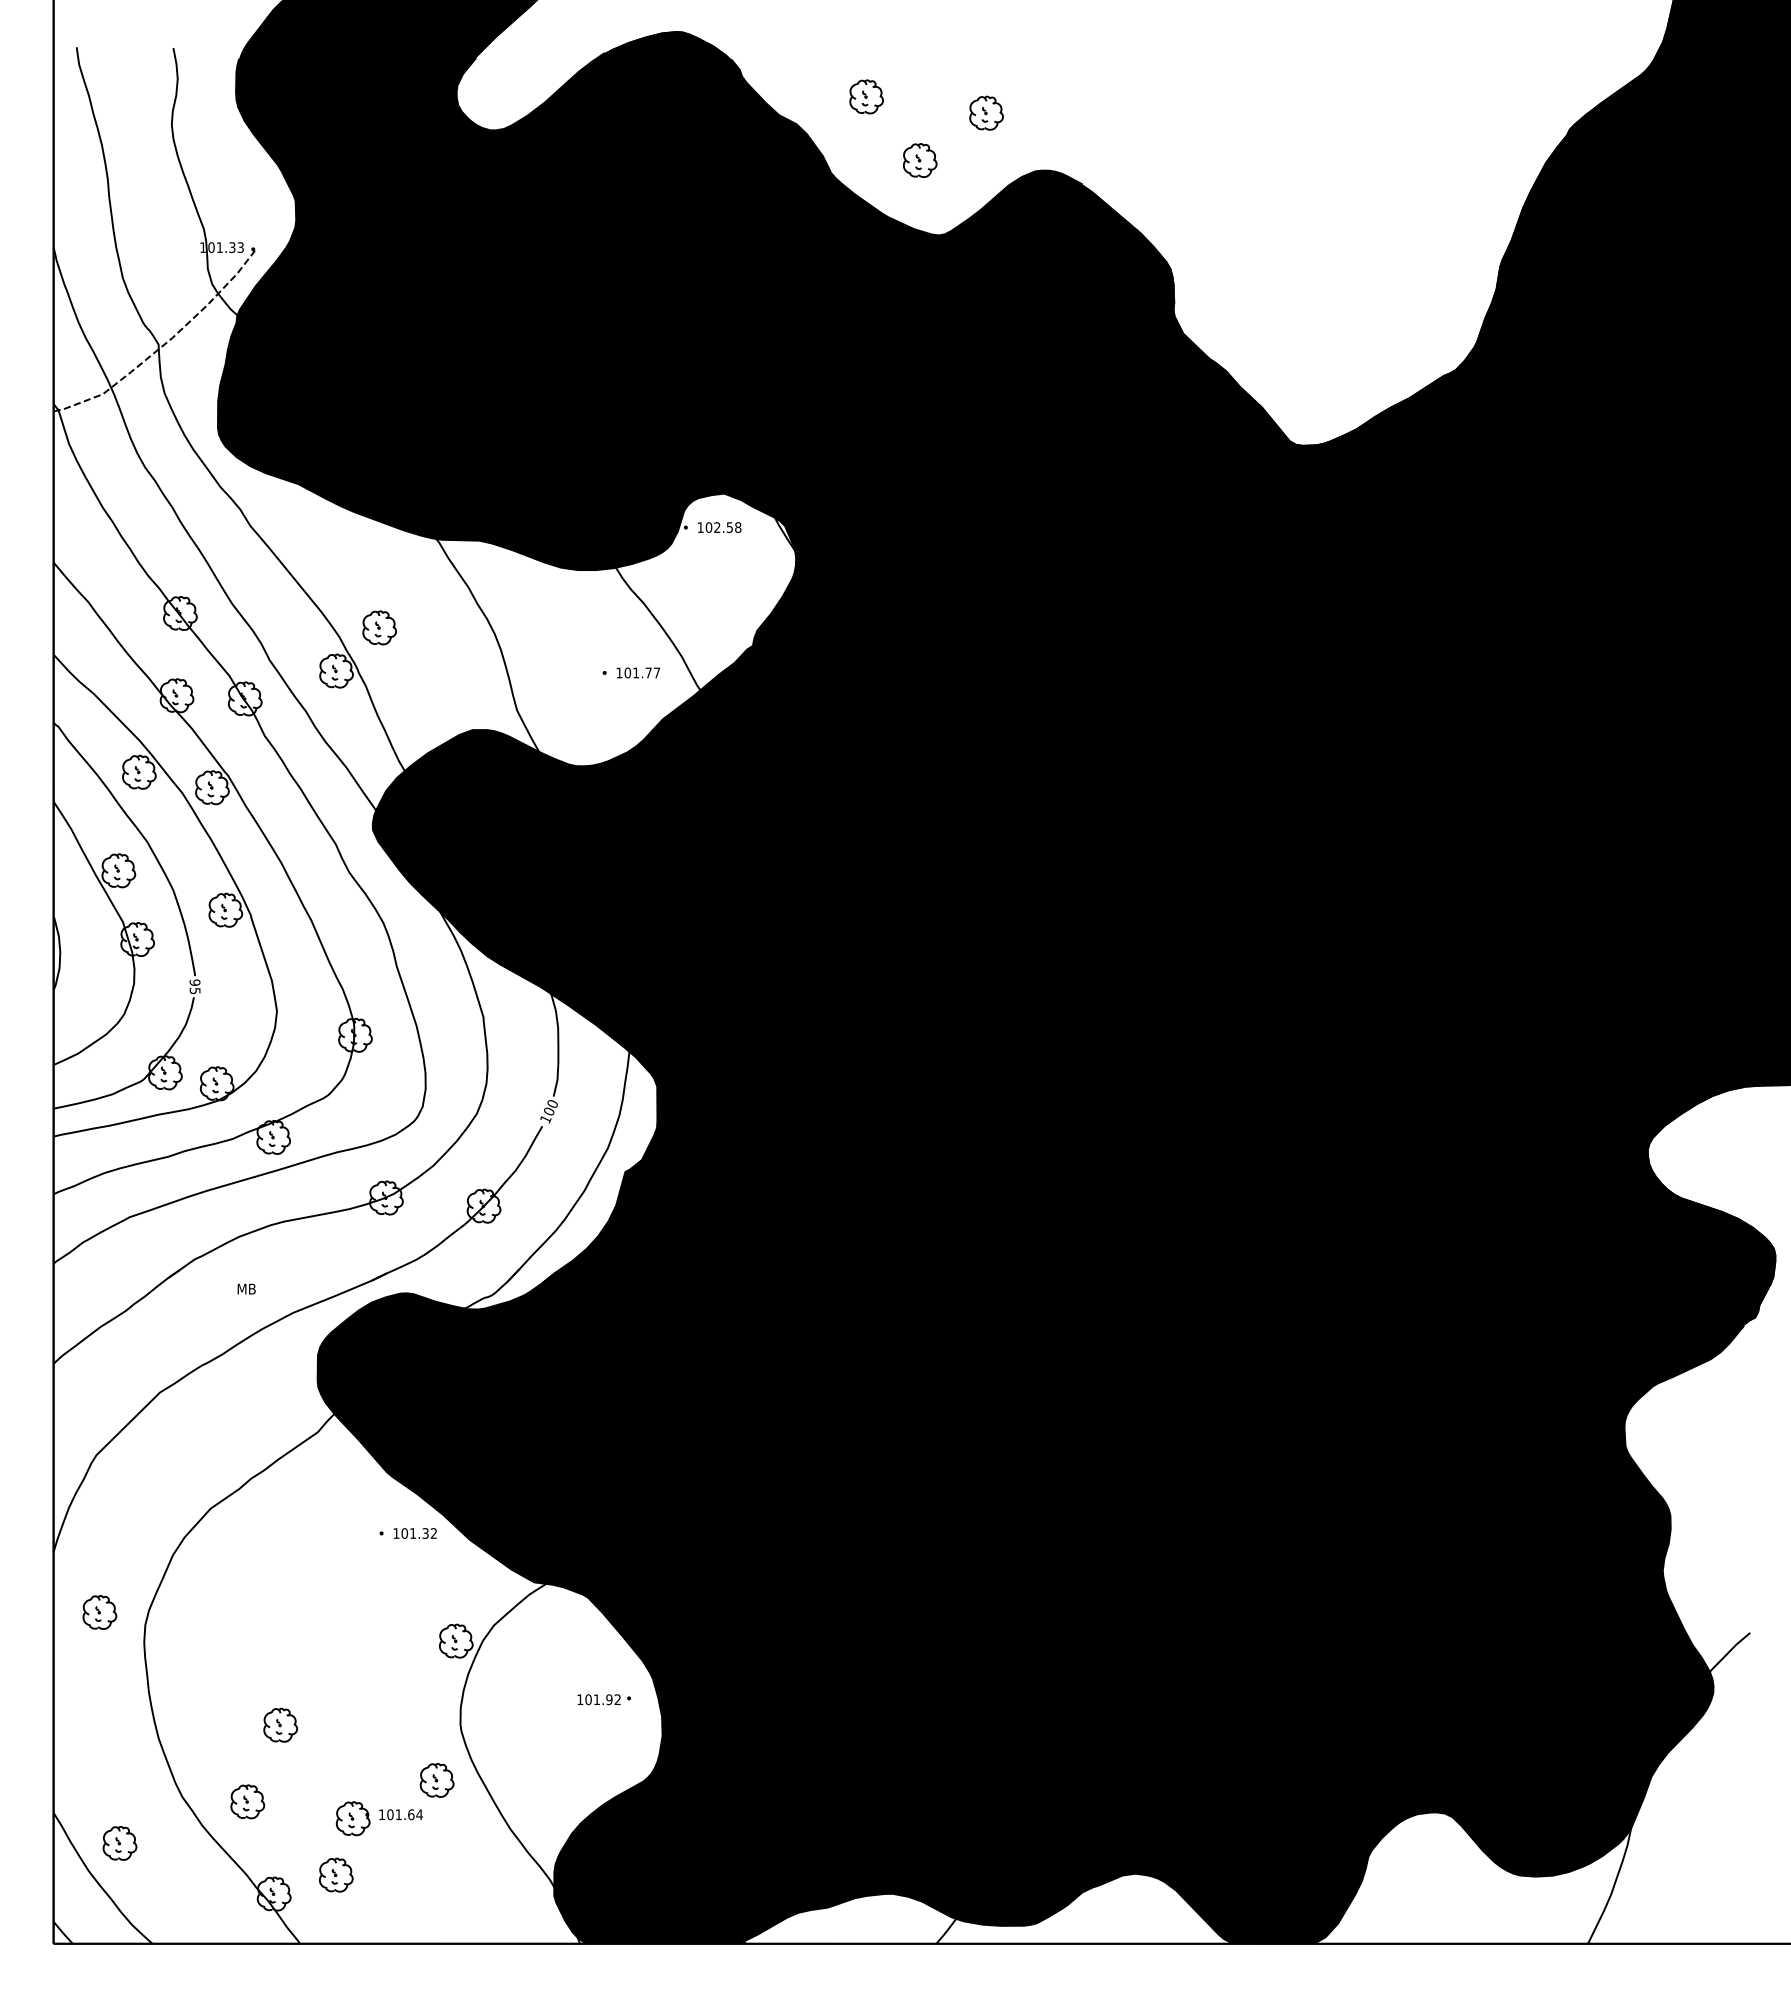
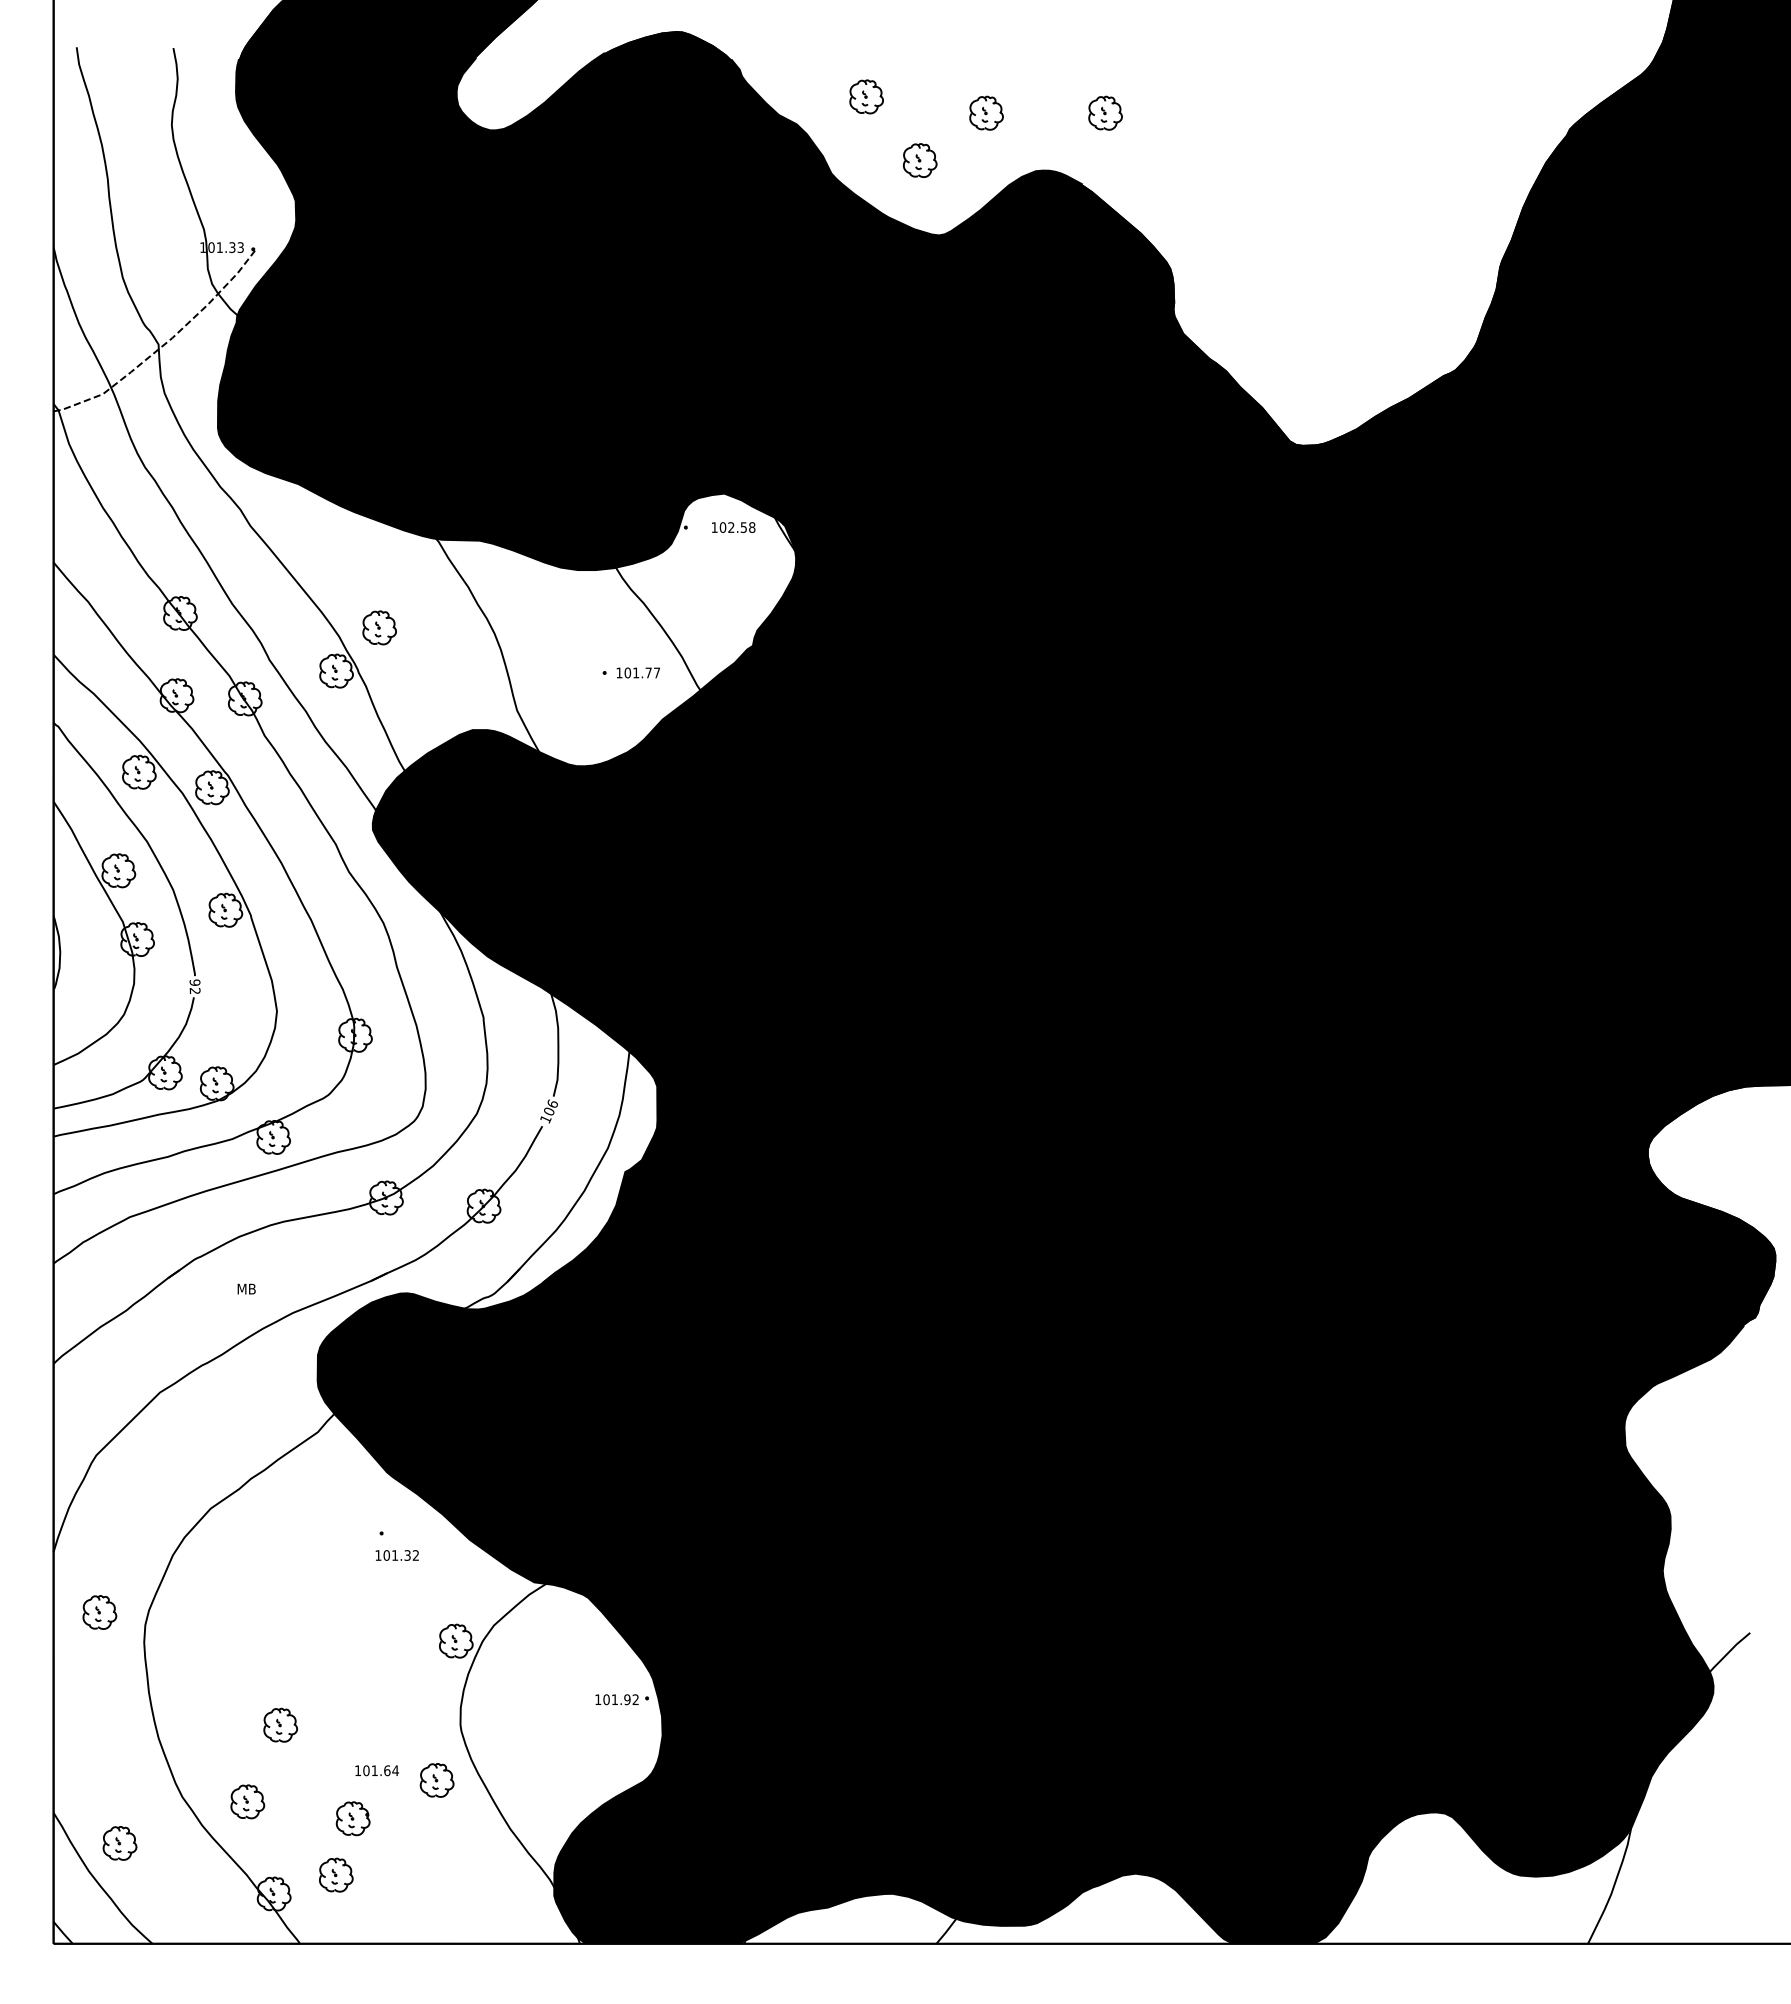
part at (1105, 112): none -> present
text at (719, 527) position: (719, 527) -> (733, 527)
text at (194, 991): 95 -> 92
text at (552, 1102): 100 -> 106
text at (414, 1533) position: (414, 1533) -> (396, 1555)
part at (603, 1699) position: (603, 1699) -> (621, 1699)
text at (400, 1814) position: (400, 1814) -> (376, 1770)
